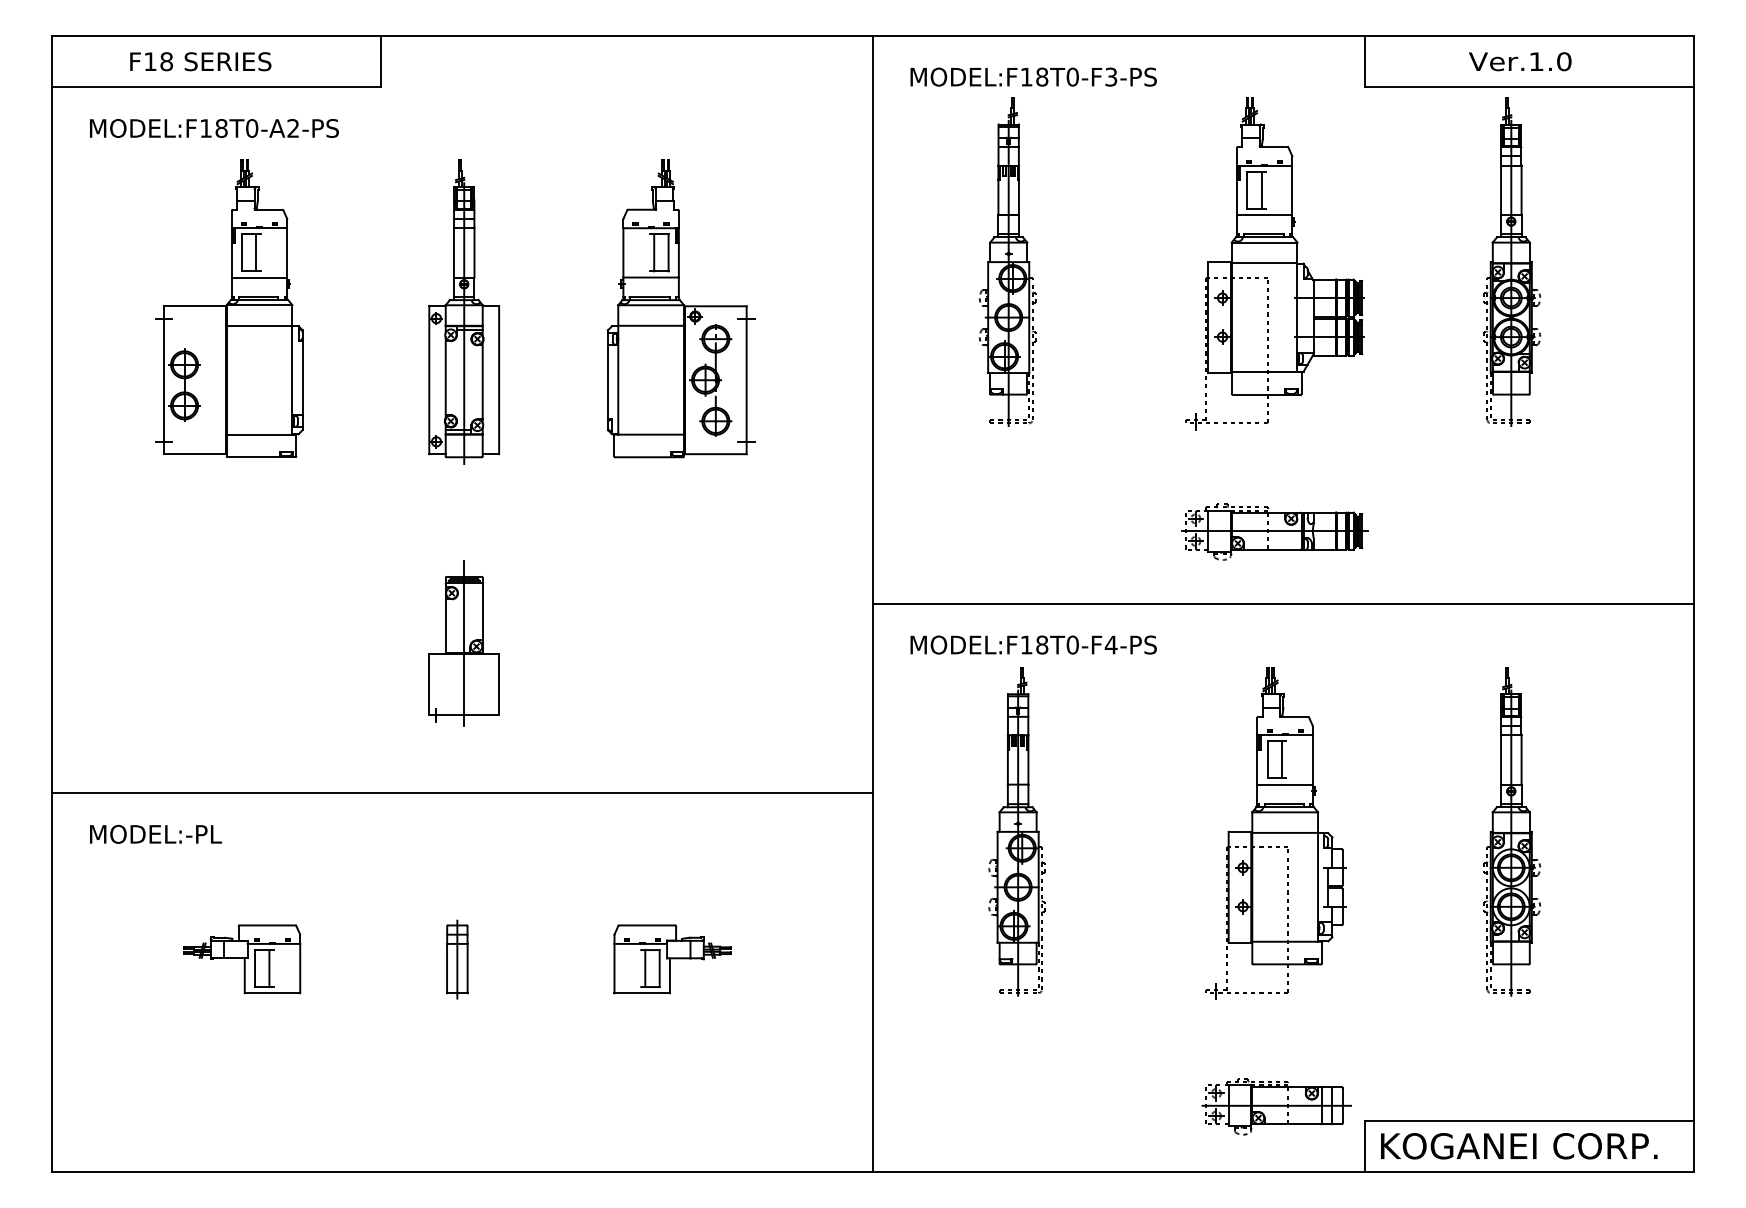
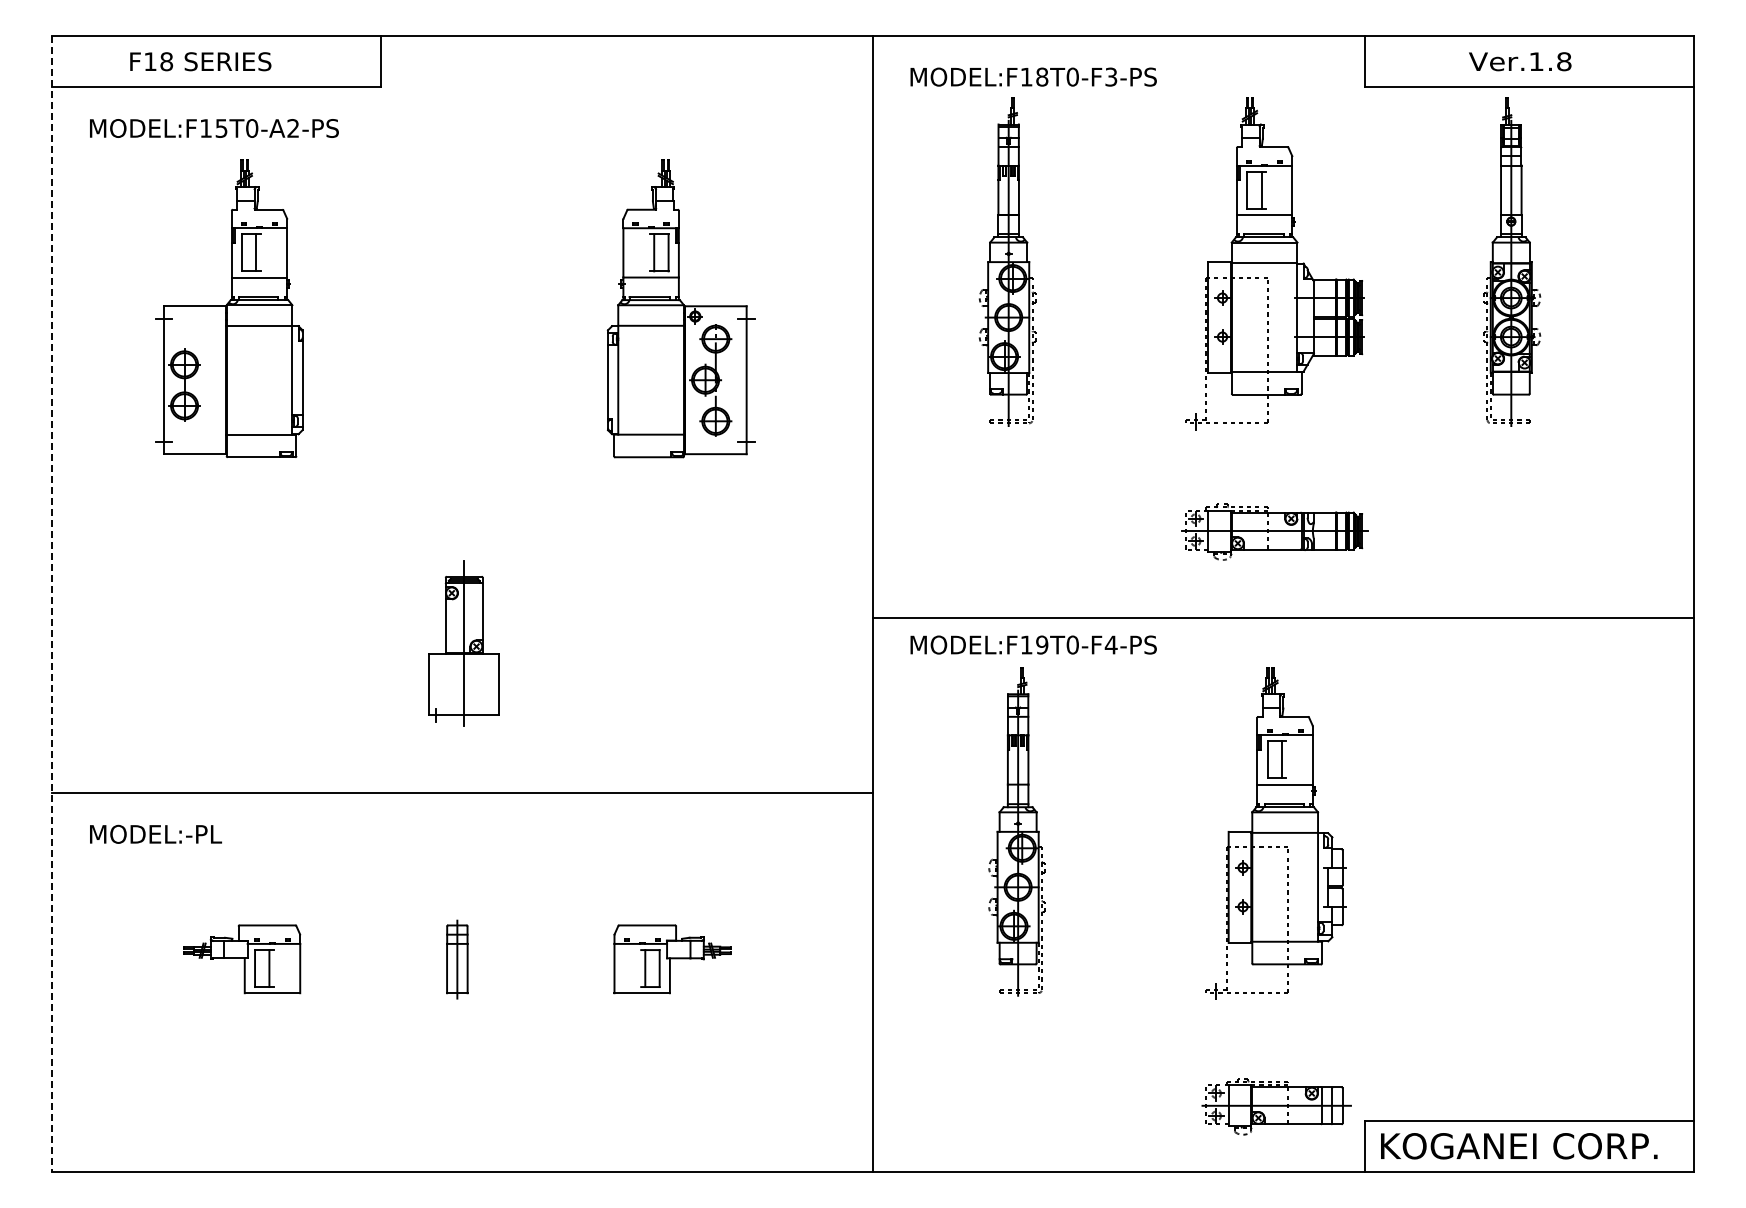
text at (1564, 61): Ver.1.0 -> Ver.1.8
text at (221, 128): MODEL:F18T0-A2-PS -> MODEL:F15T0-A2-PS
part at (463, 311): present -> none
line at (52, 604): solid -> dashed
line at (1282, 604) position: (1282, 604) -> (1282, 618)
text at (1042, 644): MODEL:F18T0-F4-PS -> MODEL:F19T0-F4-PS
part at (1512, 831): present -> none
